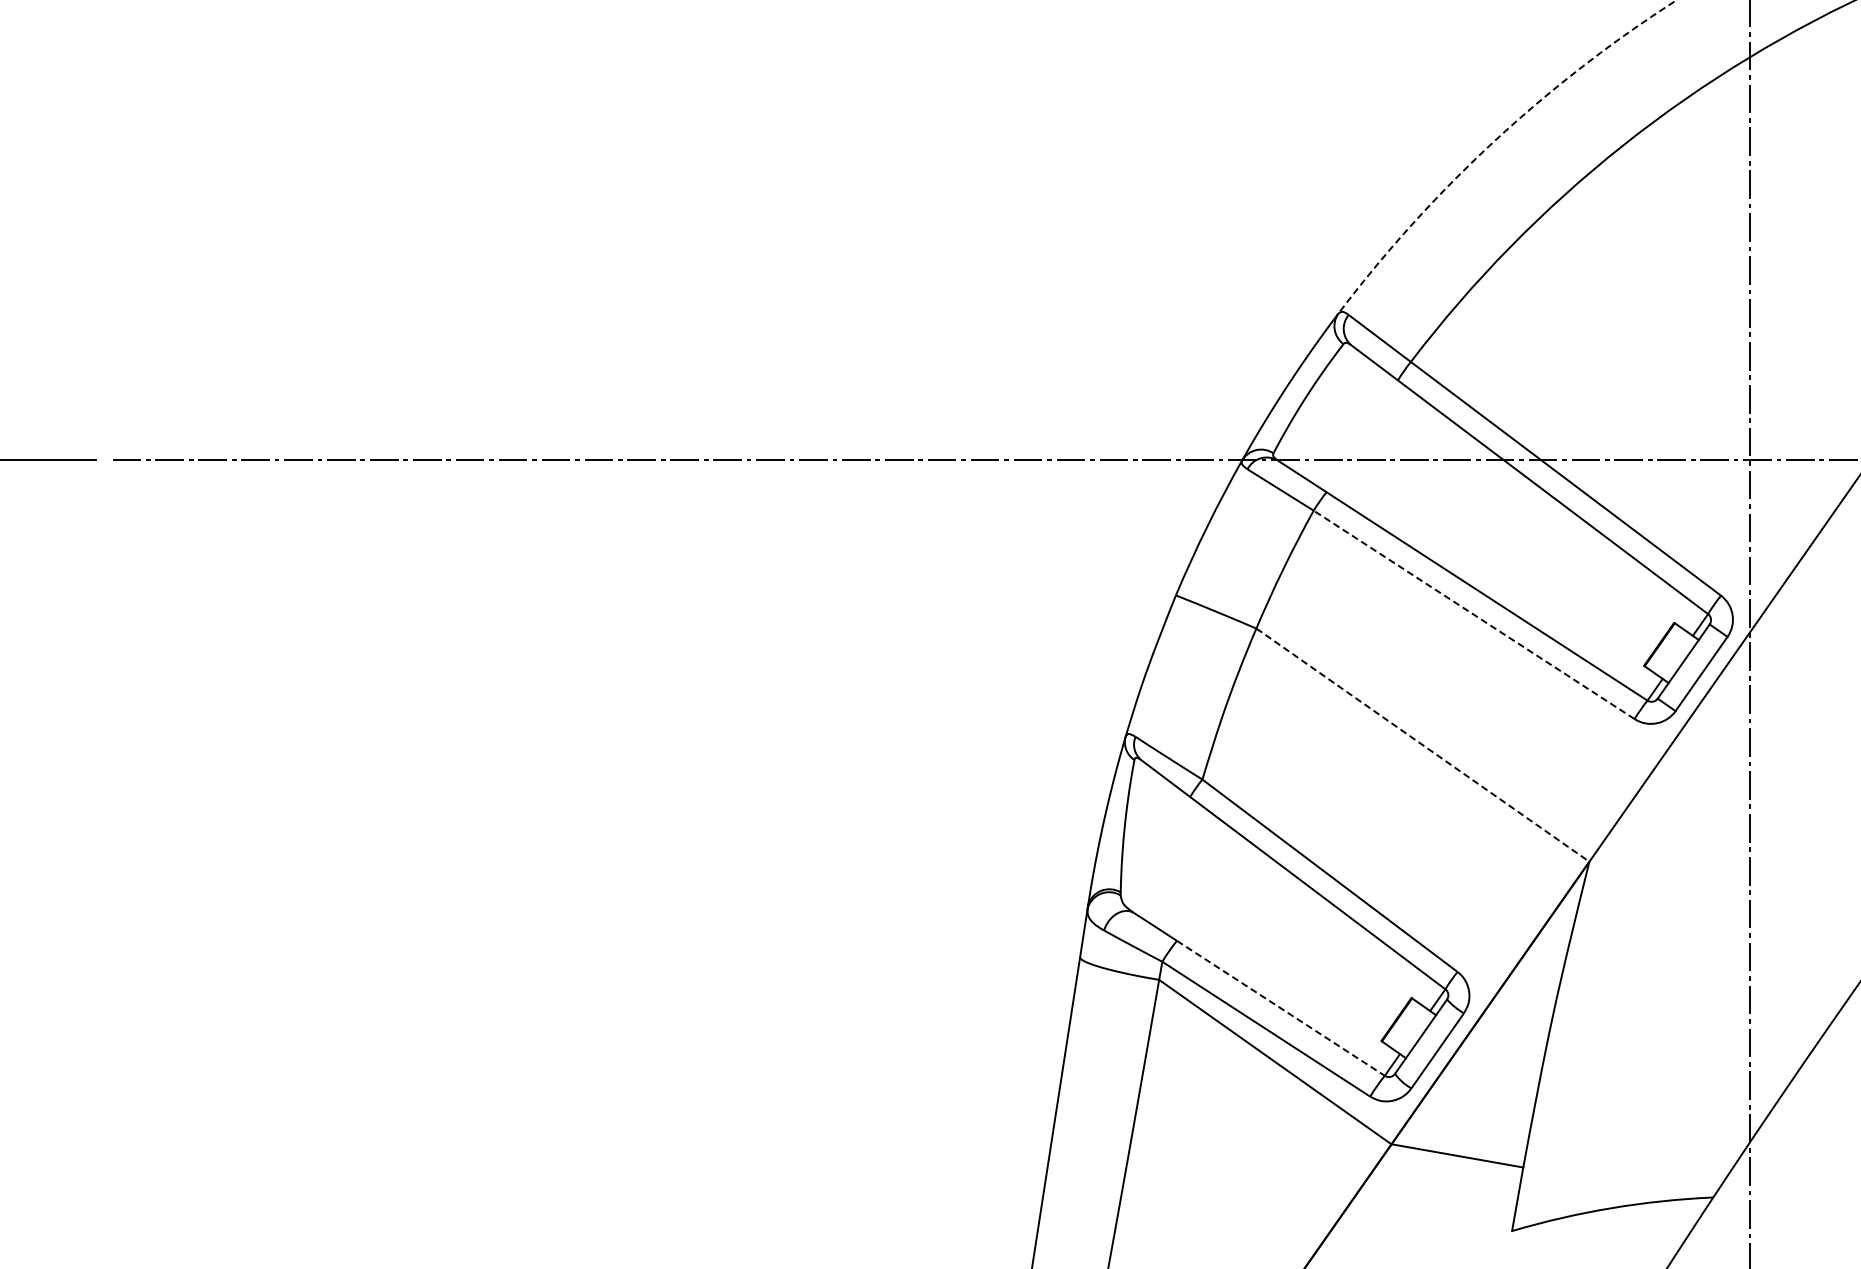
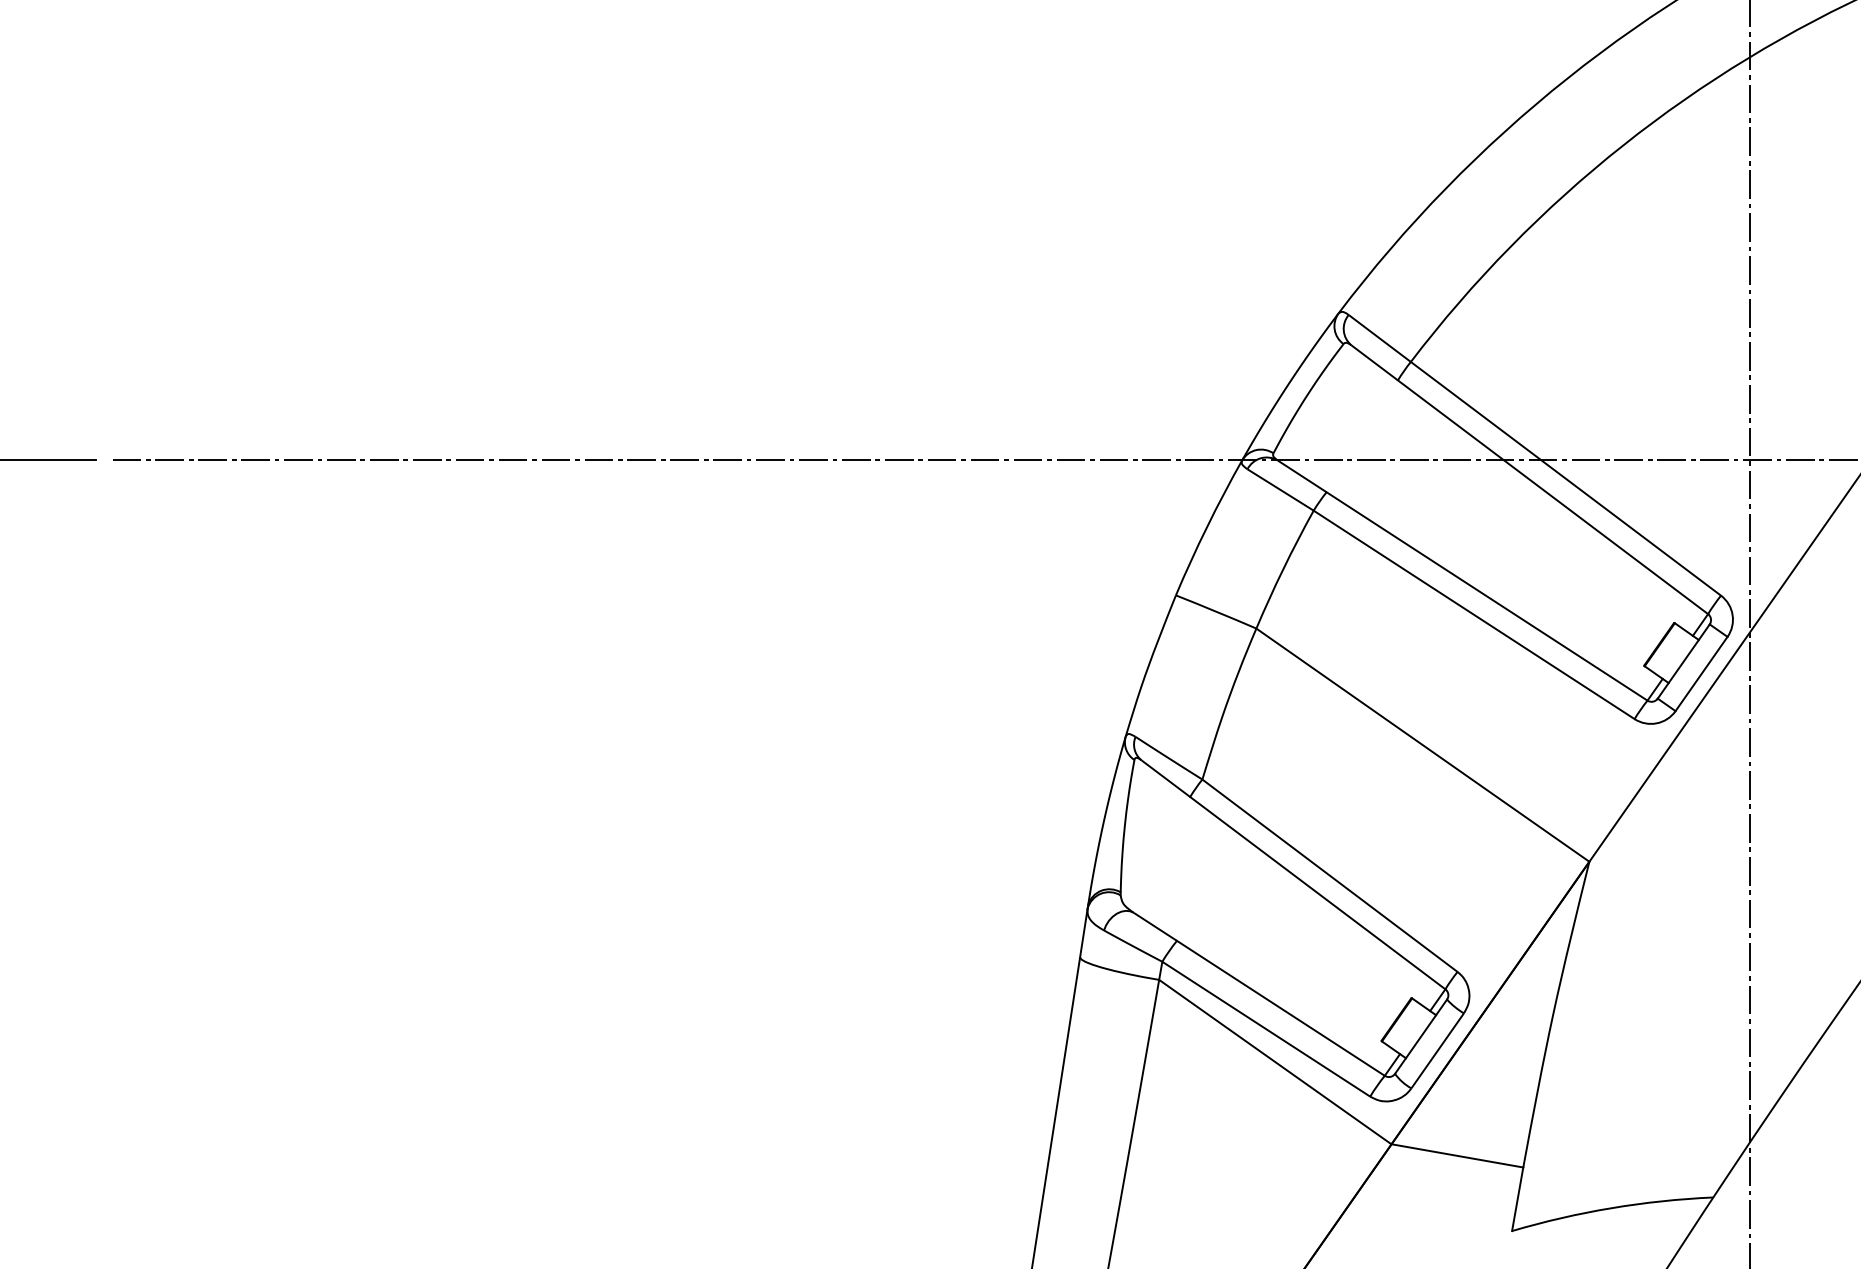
arc at (1494, 141): dashed -> solid
line at (1473, 614): dashed -> solid
line at (1423, 745): dashed -> solid
line at (1280, 1008): dashed -> solid
